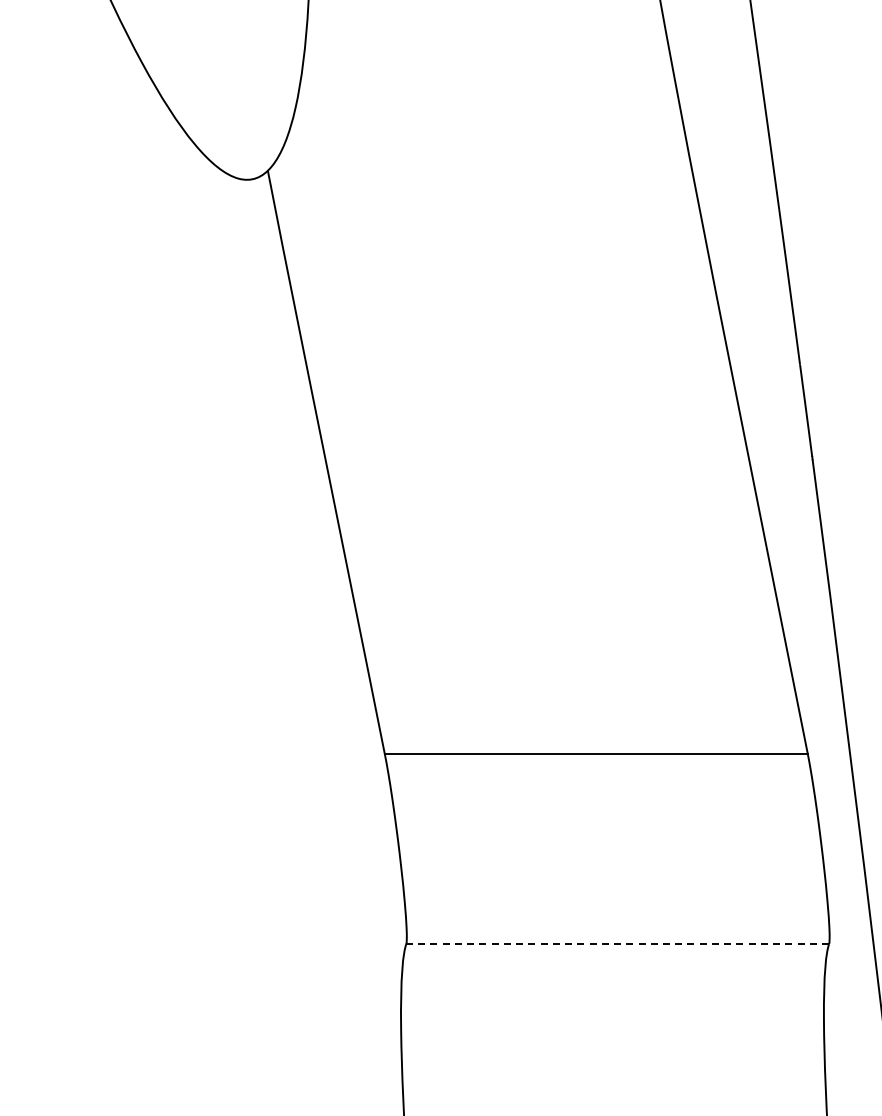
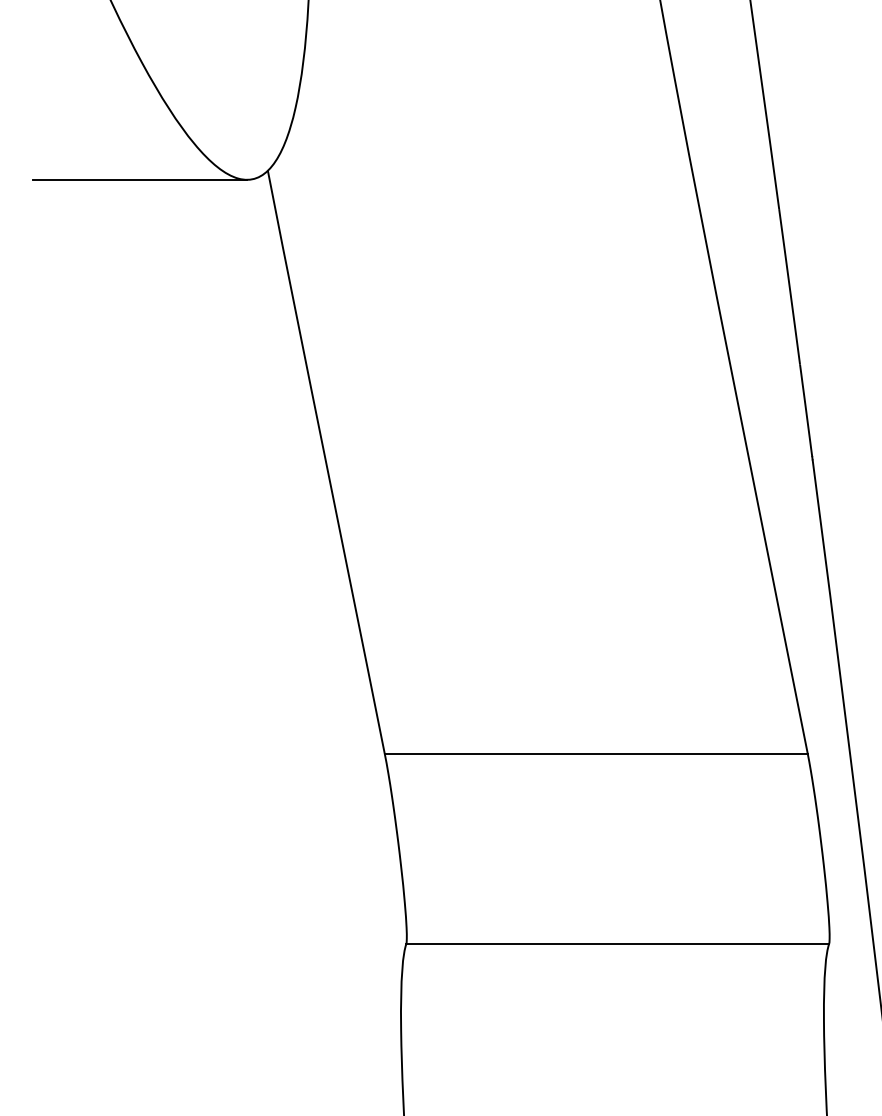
line at (139, 179): none -> present
line at (617, 944): dashed -> solid
